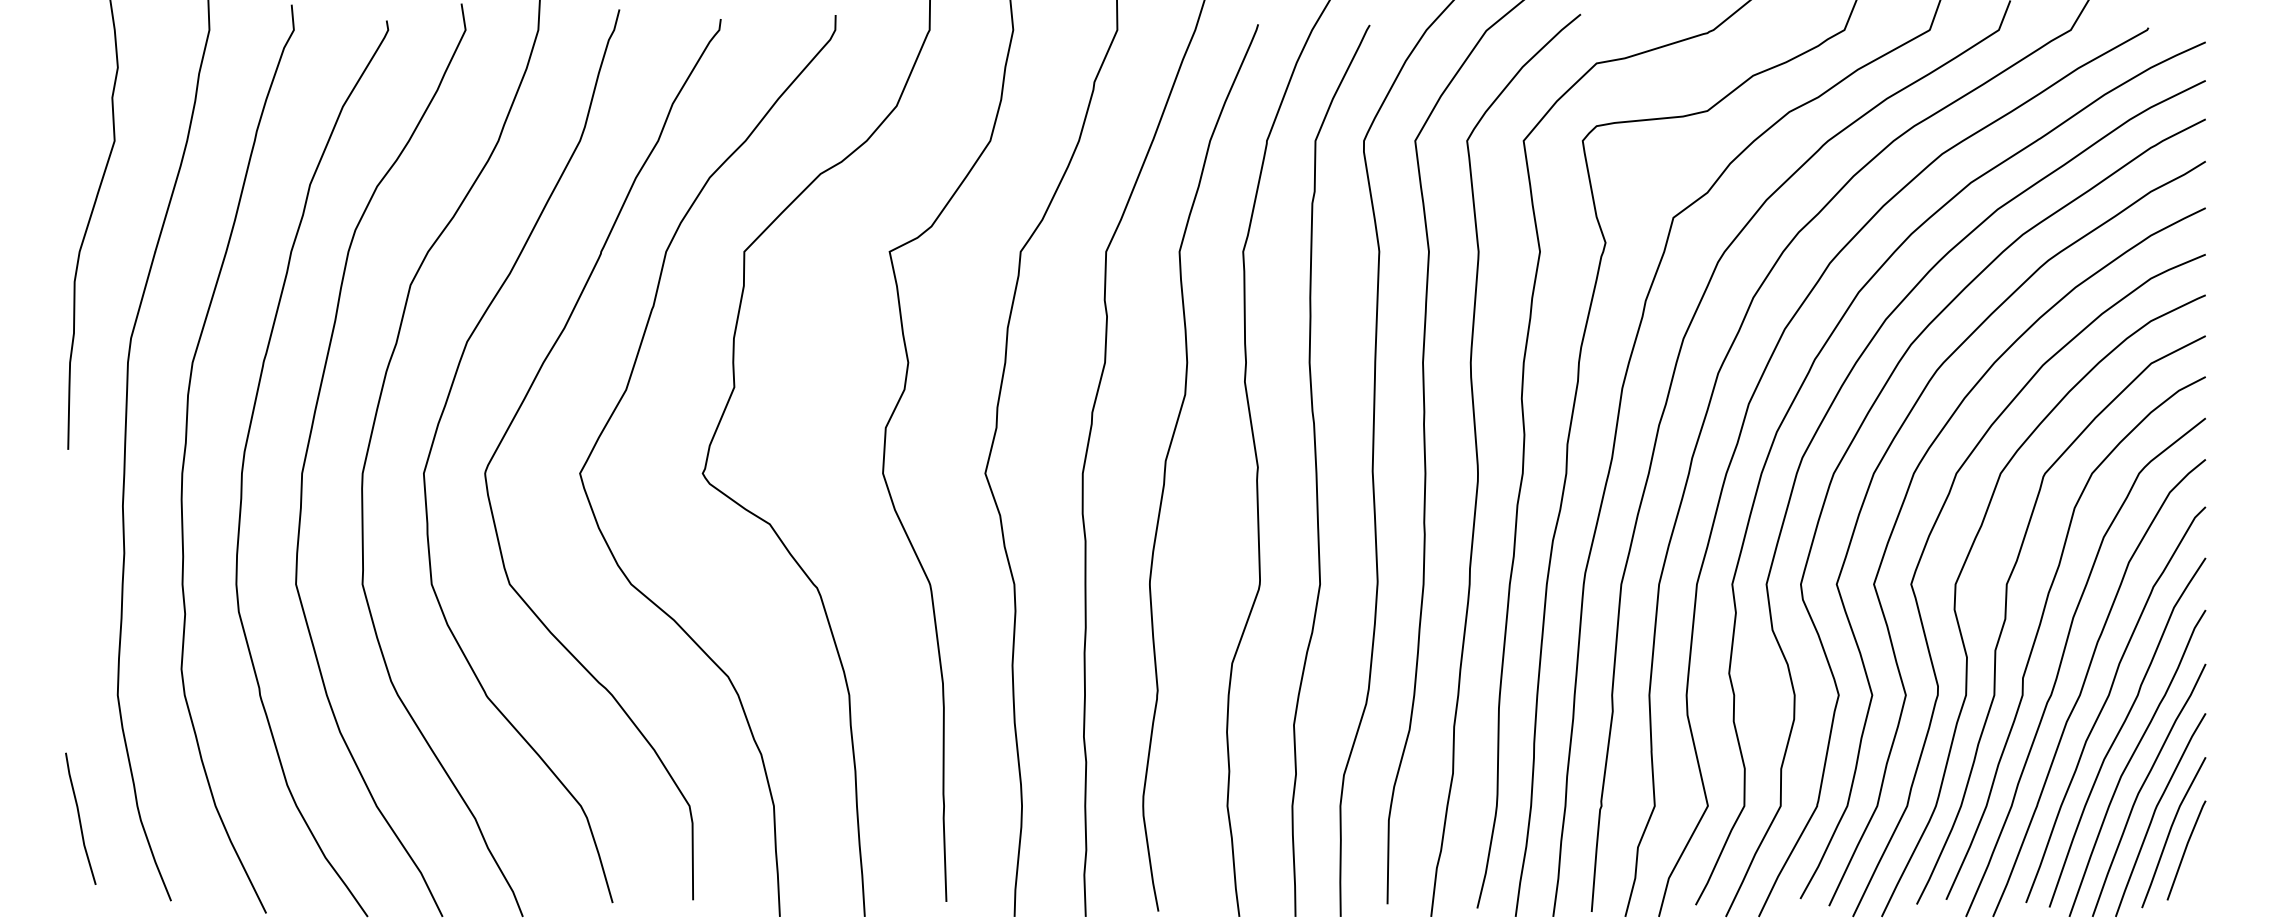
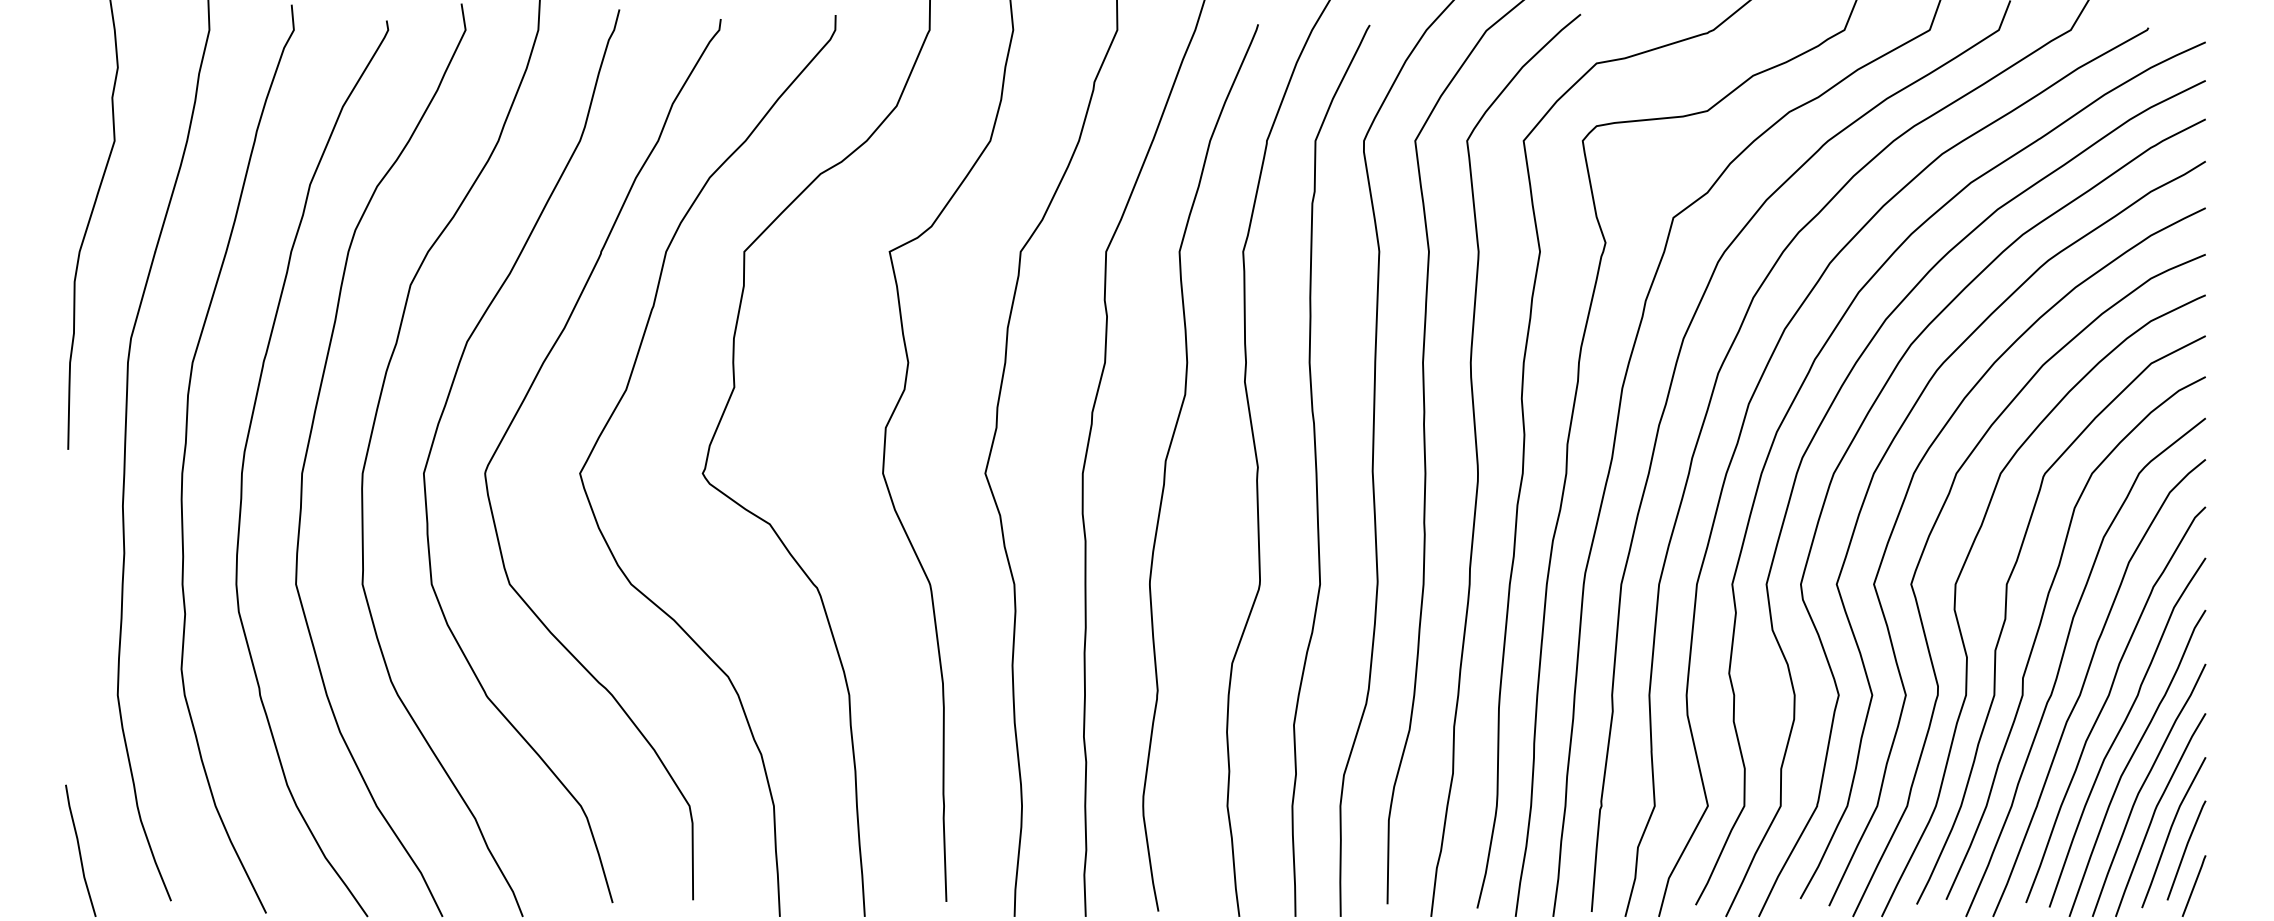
line at (80, 818) position: (80, 818) -> (80, 850)
line at (2193, 885): none -> present
